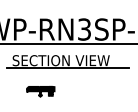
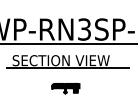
part at (40, 91) position: (40, 91) -> (65, 88)
